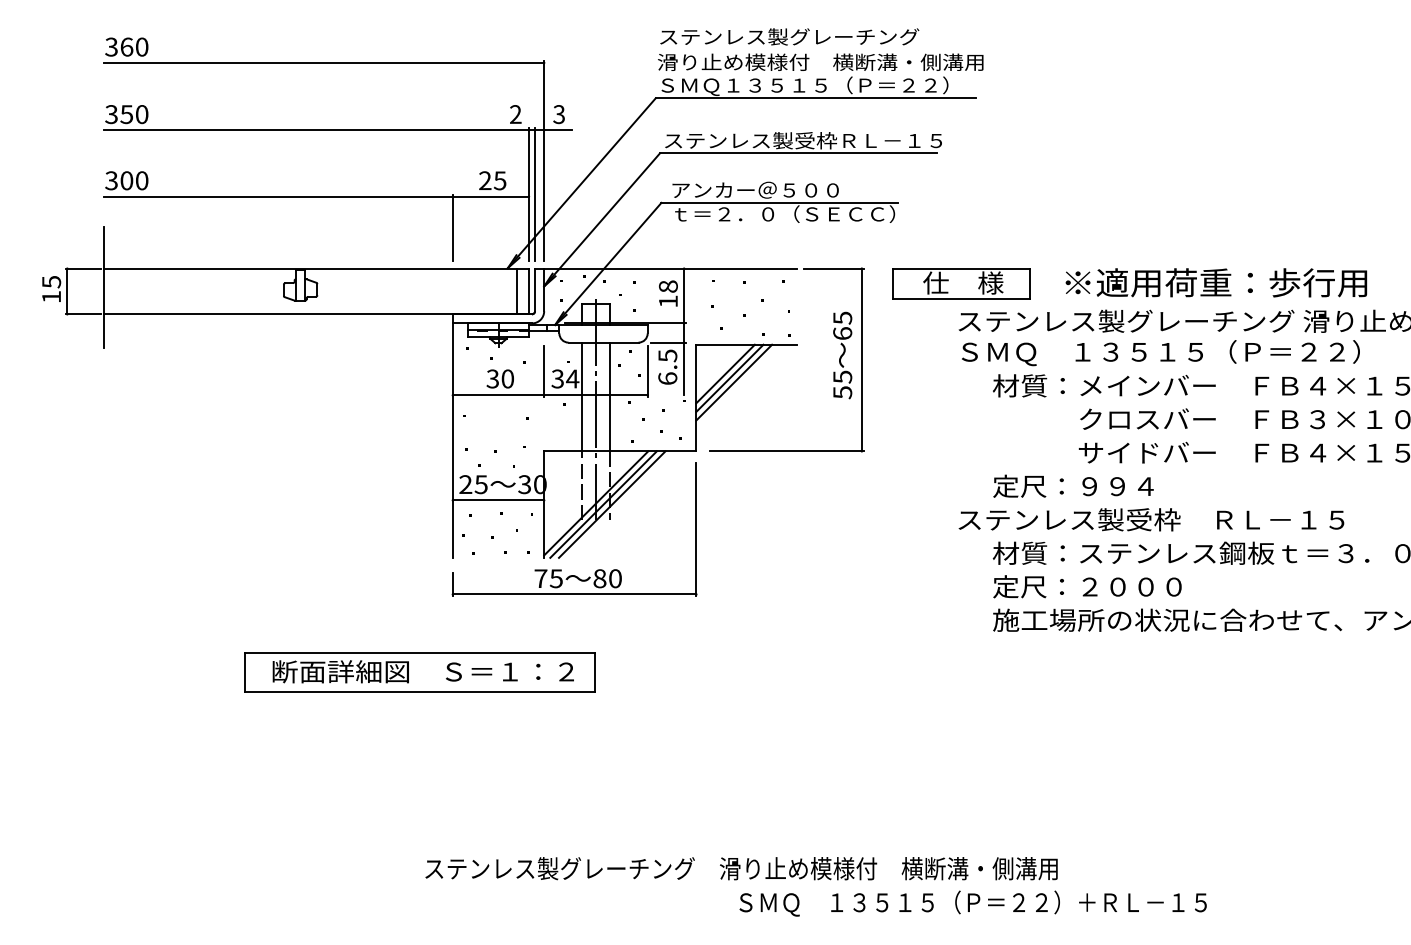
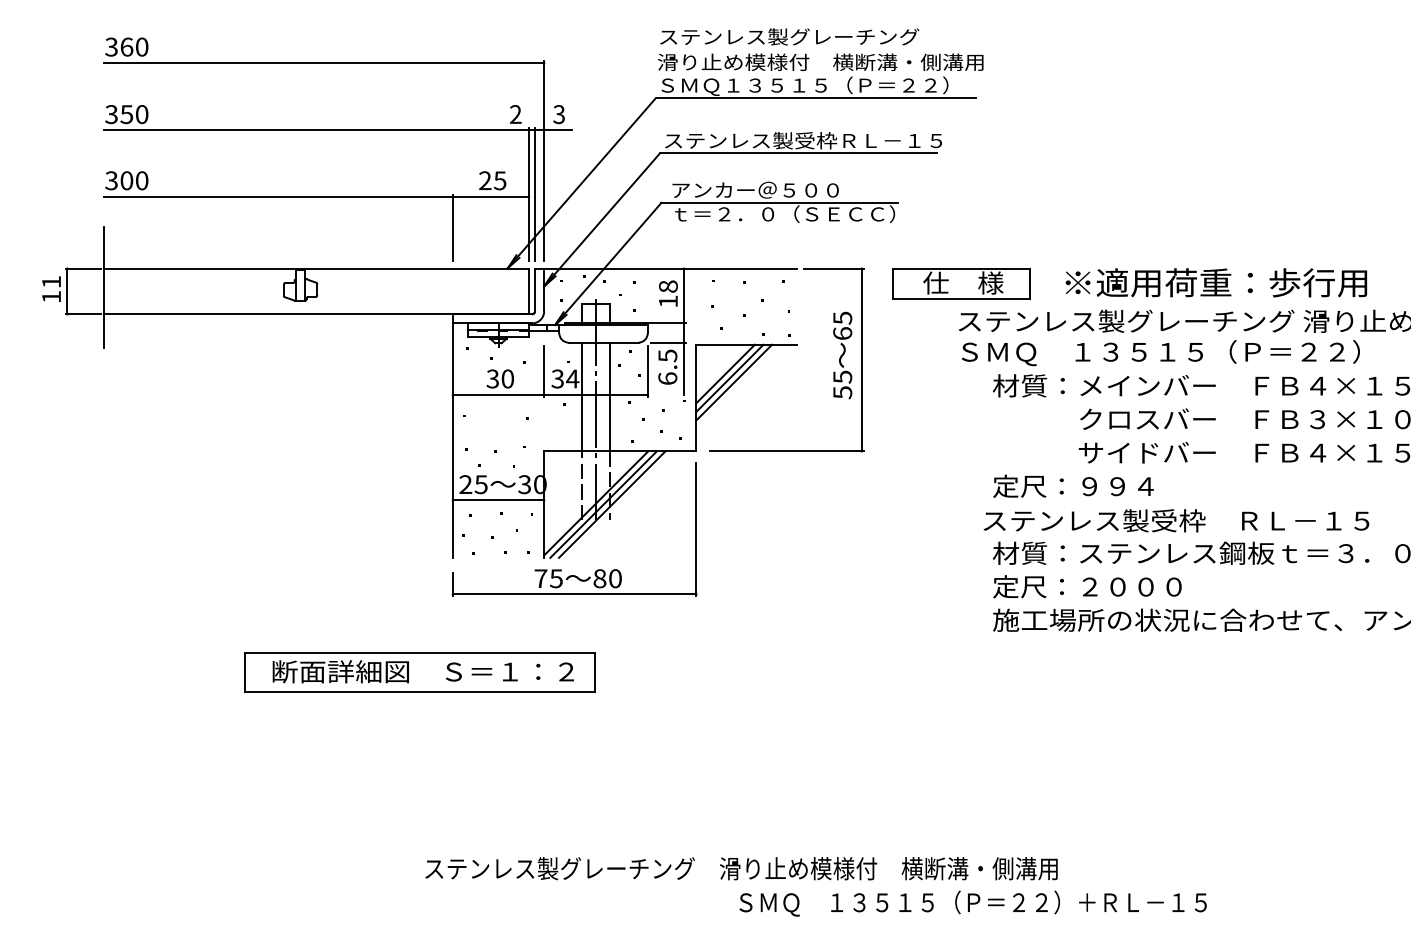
text at (51, 282): 15 -> 11
line at (516, 291): present -> none
text at (1151, 519) position: (1151, 519) -> (1176, 520)
